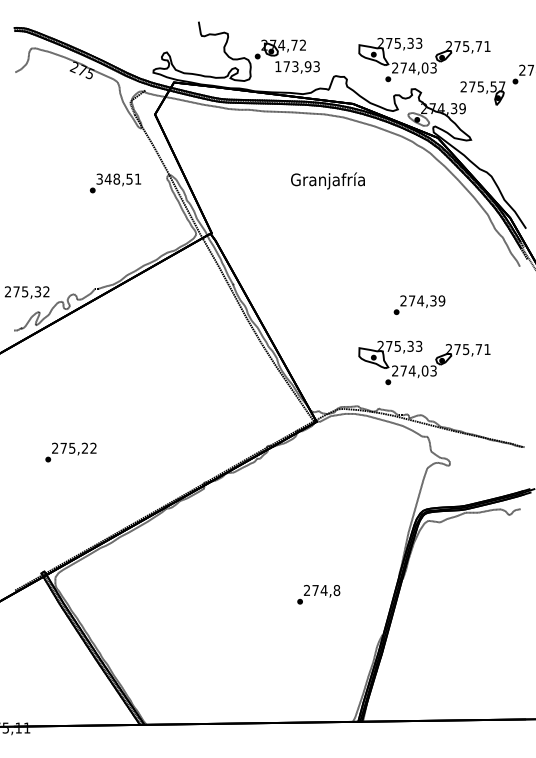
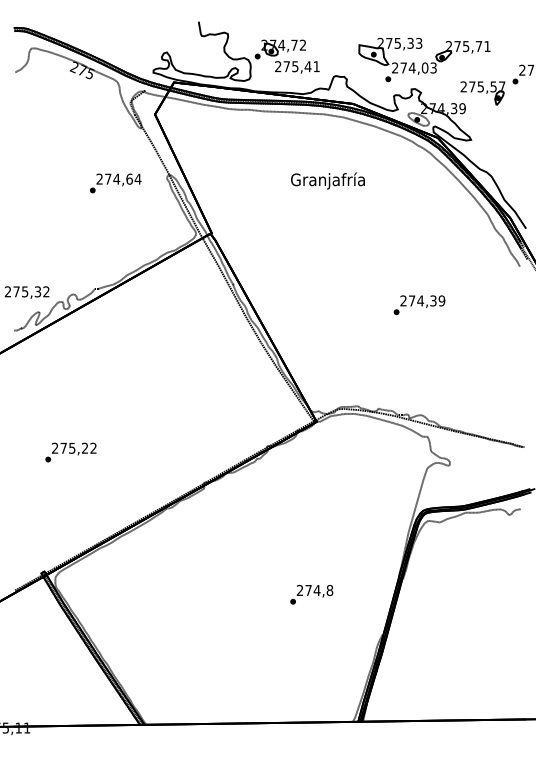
text at (297, 66): 173,93 -> 275,41
text at (118, 178): 348,51 -> 274,64
part at (424, 362): present -> none
text at (318, 594) position: (318, 594) -> (311, 594)
